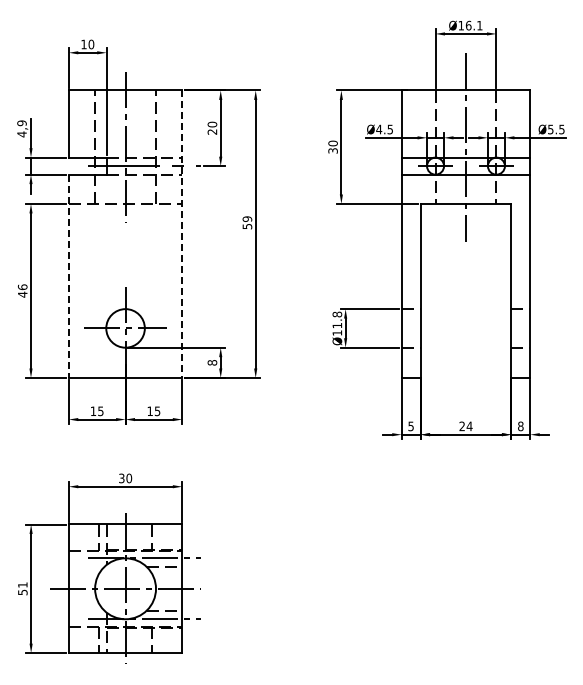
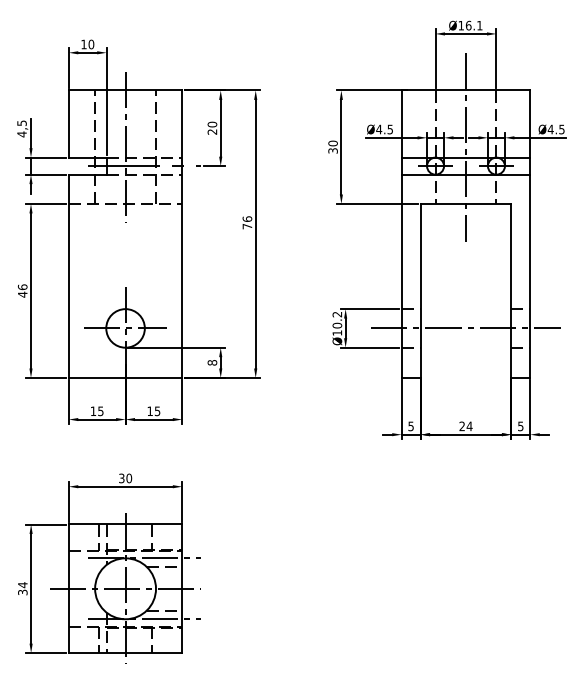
text at (21, 123): 4,9 -> 4,5
text at (550, 129): Ø5.5 -> Ø4.5
text at (247, 222): 59 -> 76
line at (182, 234): dashed -> solid
line at (68, 276): dashed -> solid
text at (337, 319): Ø11.8 -> Ø10.2
line at (465, 328): none -> present
text at (520, 426): 8 -> 5
text at (22, 588): 51 -> 34
